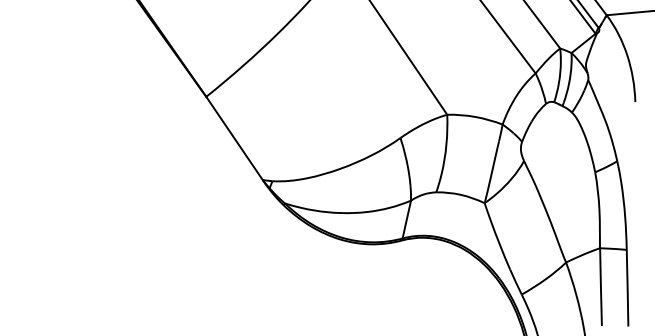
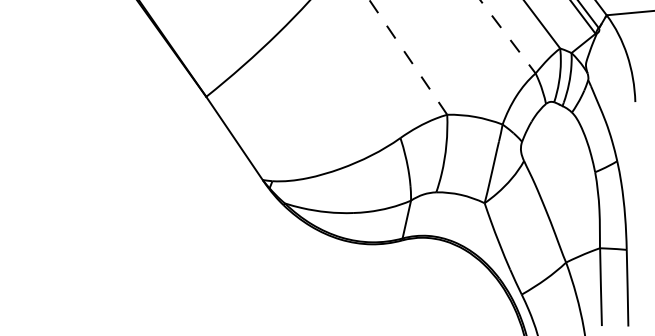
line at (507, 36): solid -> dashed
line at (408, 57): solid -> dashed
